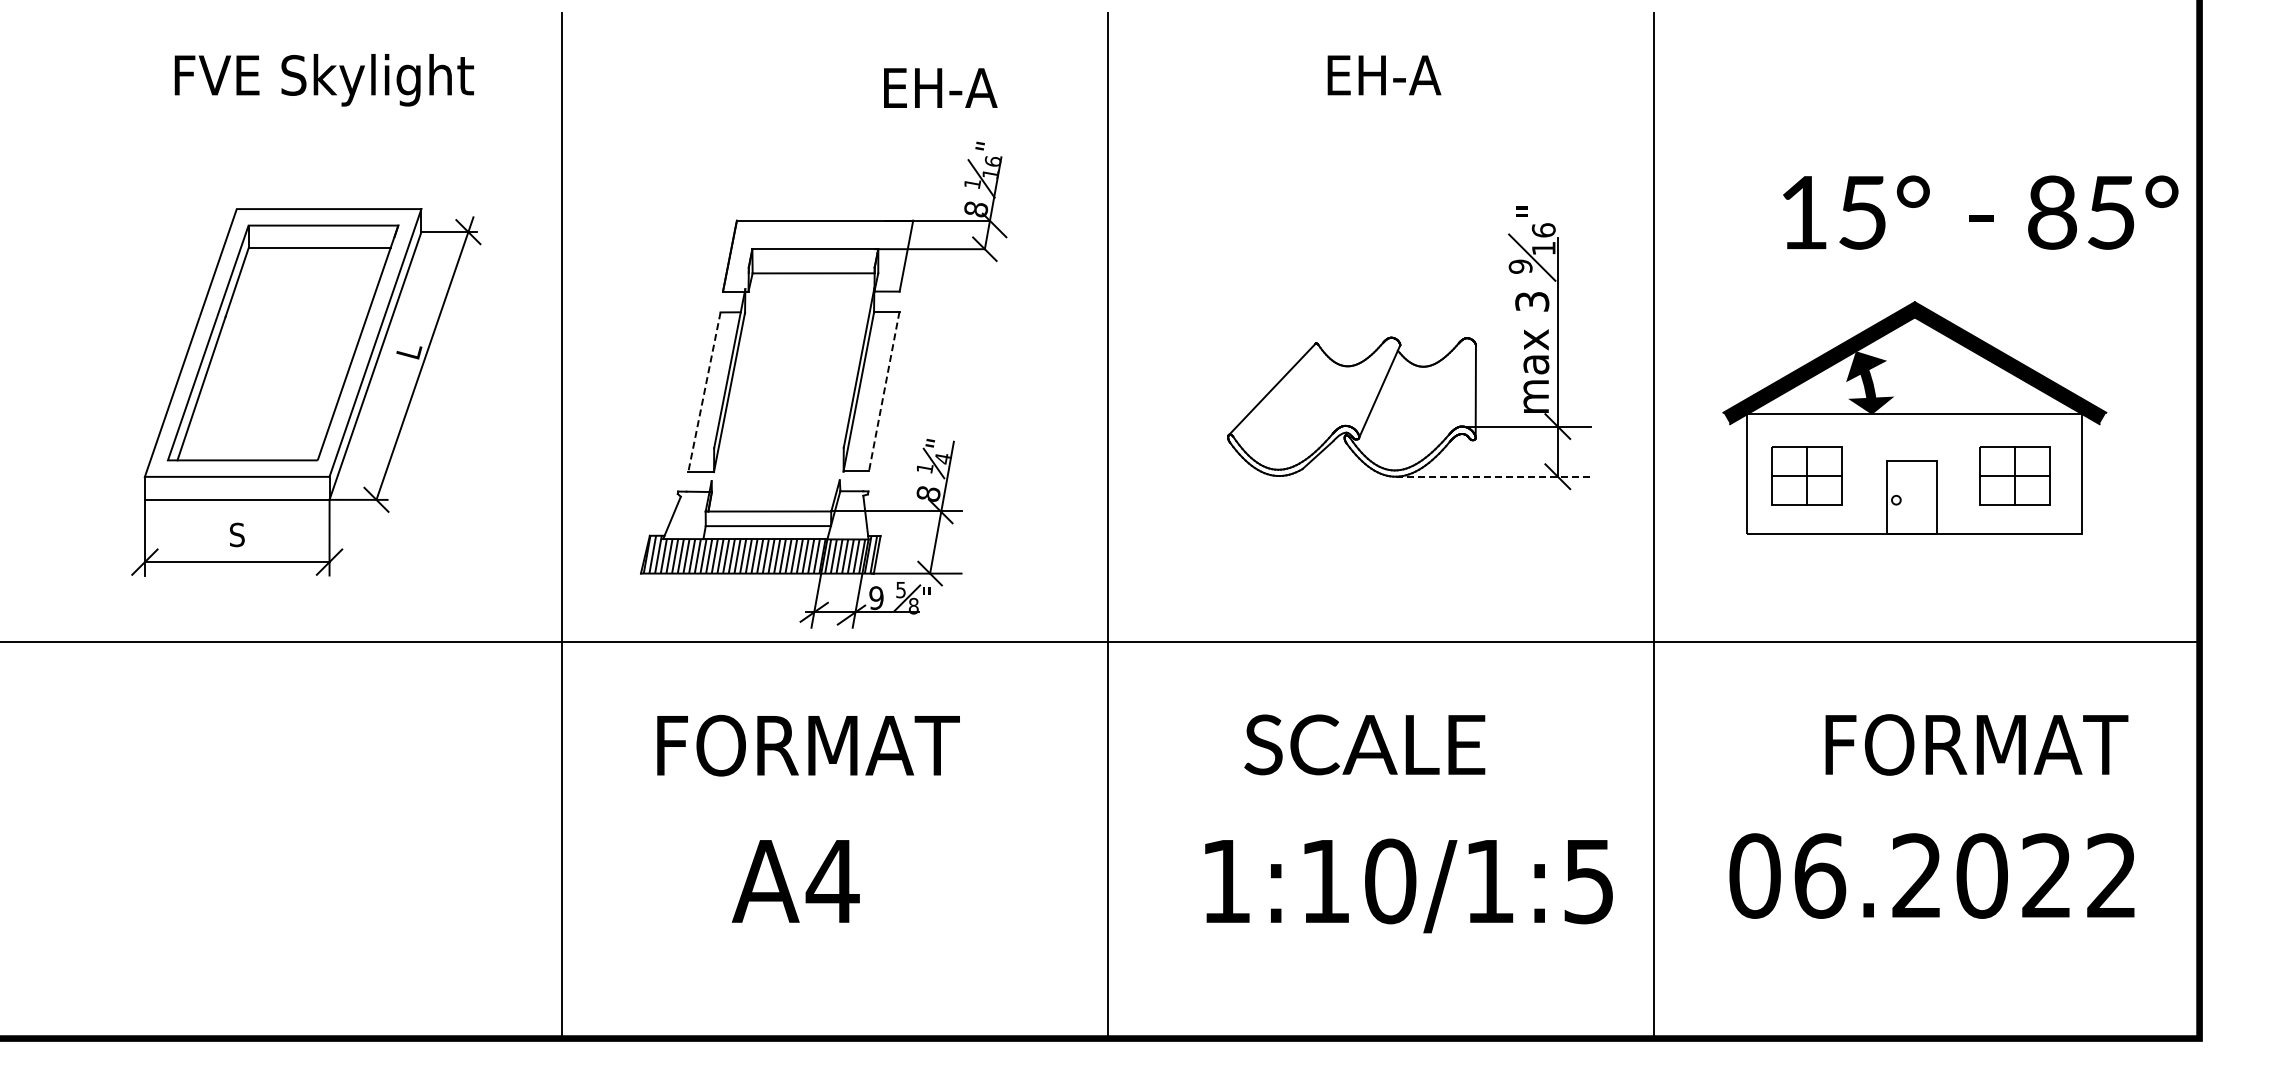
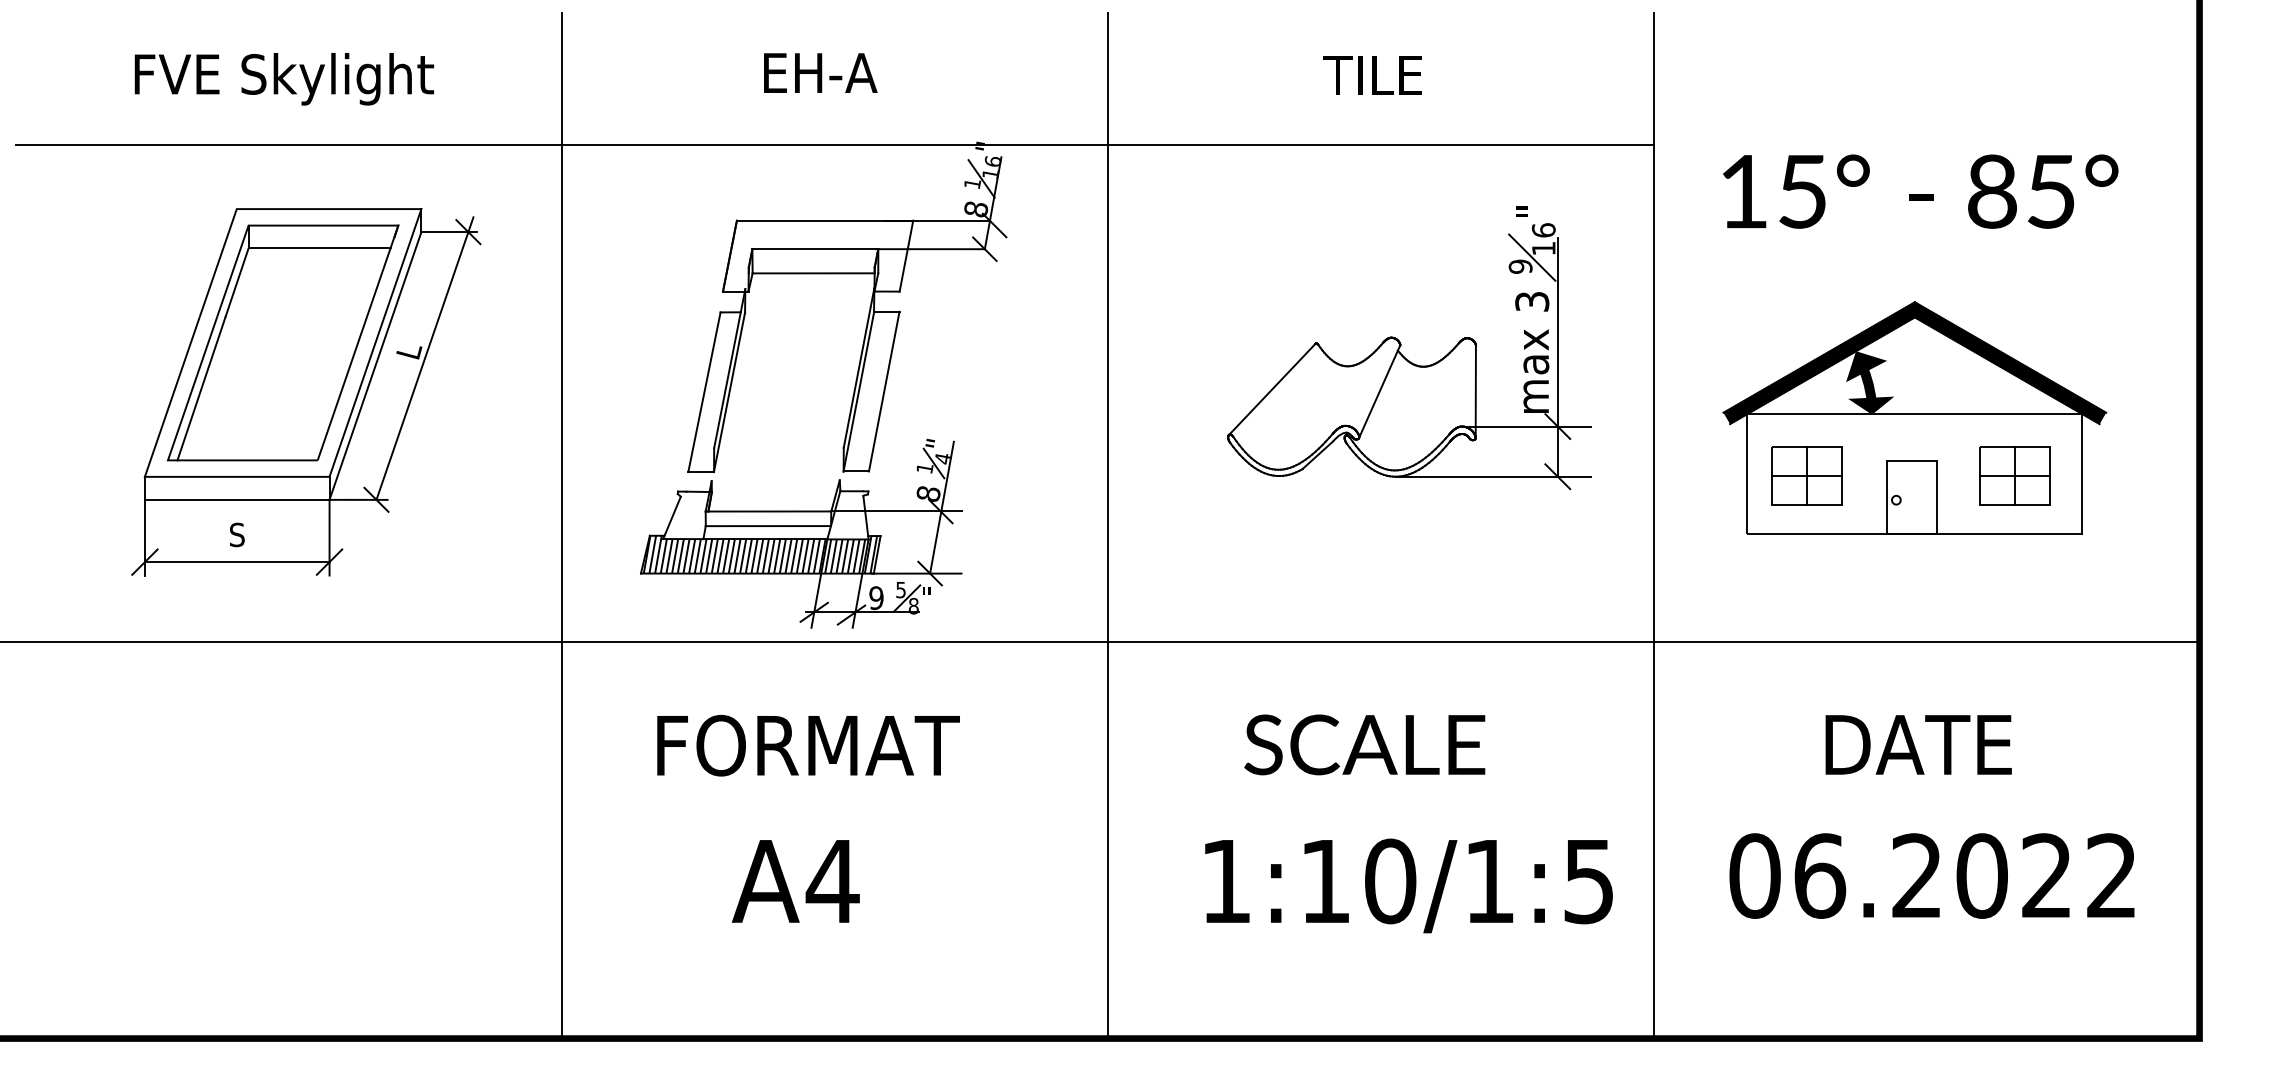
text at (1382, 75): EH-A -> TILE
text at (323, 80) position: (323, 80) -> (283, 79)
text at (940, 87) position: (940, 87) -> (820, 72)
line at (834, 145): none -> present
text at (1980, 212) position: (1980, 212) -> (1920, 191)
line at (704, 392): dashed -> solid
line at (884, 392): dashed -> solid
line at (1494, 476): dashed -> solid
text at (1980, 744): FORMAT -> DATE
